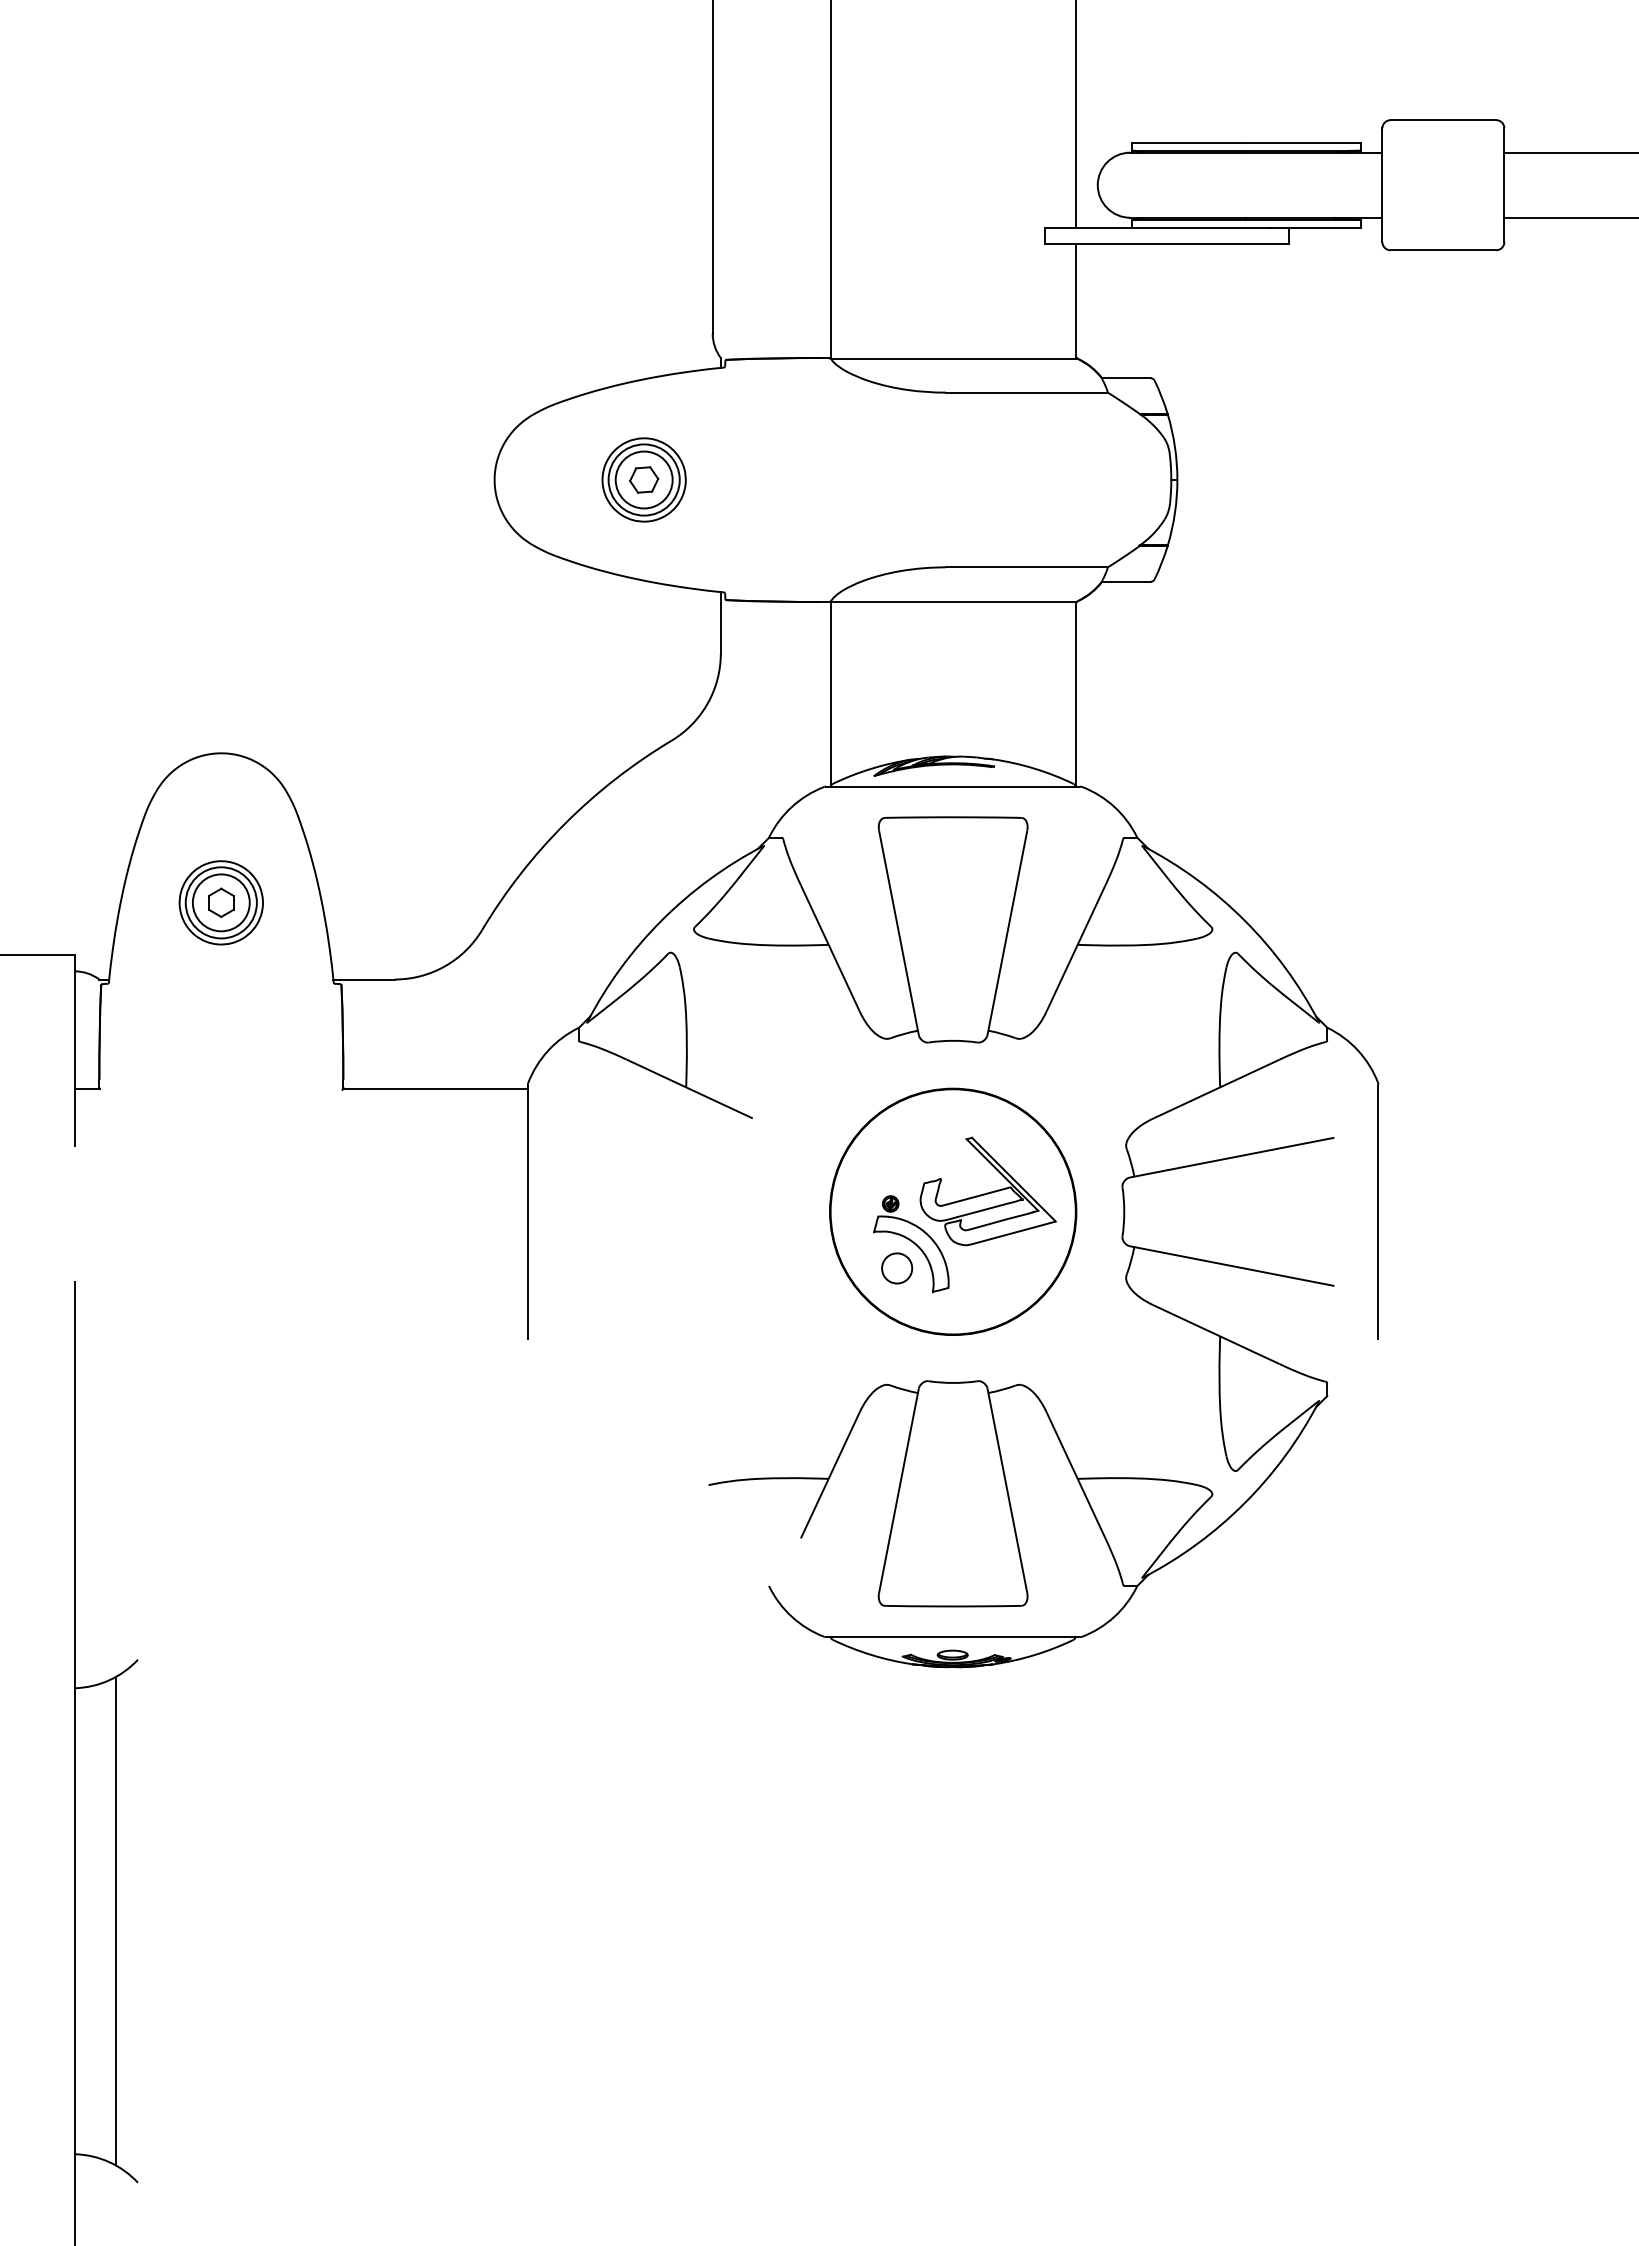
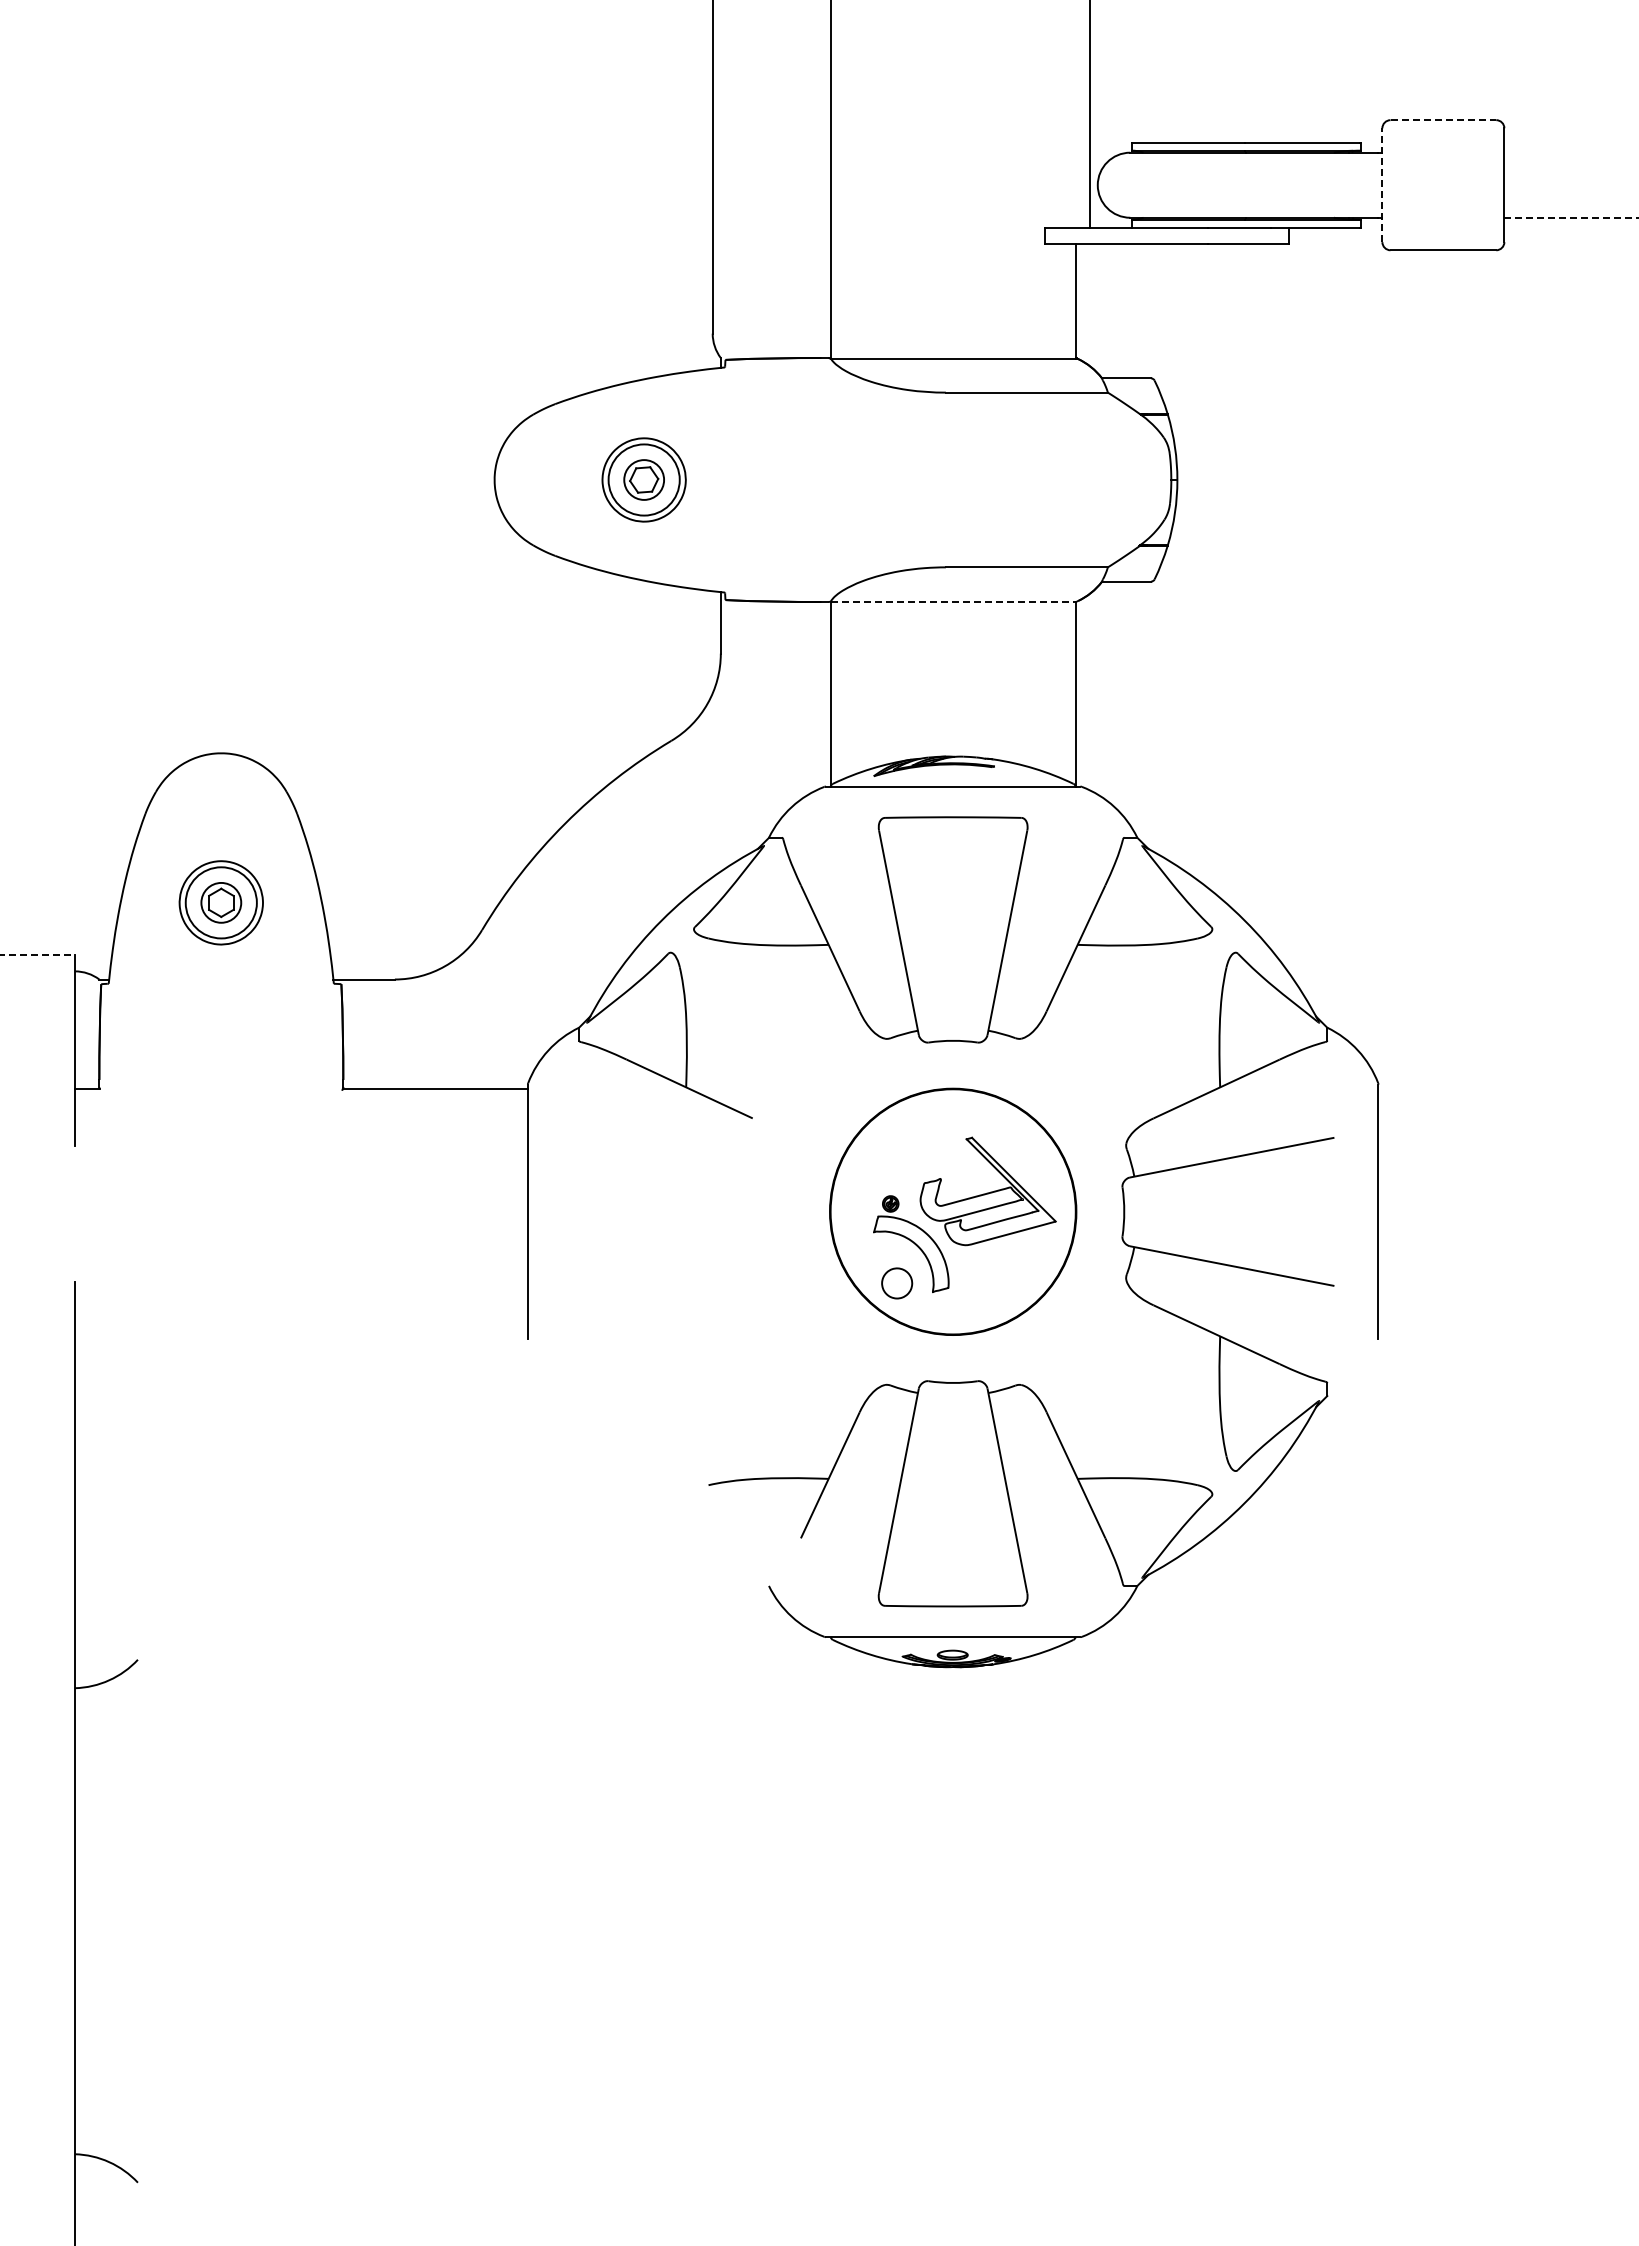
line at (1075, 114) position: (1075, 114) -> (1089, 114)
line at (1443, 120): solid -> dashed
line at (1569, 152): present -> none
line at (1382, 185): solid -> dashed
line at (1572, 217): solid -> dashed
circle at (643, 479) diameter: 57 px -> 40 px
line at (954, 601): solid -> dashed
circle at (220, 902) diameter: 57 px -> 40 px
line at (38, 954): solid -> dashed
part at (897, 1268) position: (897, 1268) -> (897, 1283)
line at (115, 1921): present -> none
